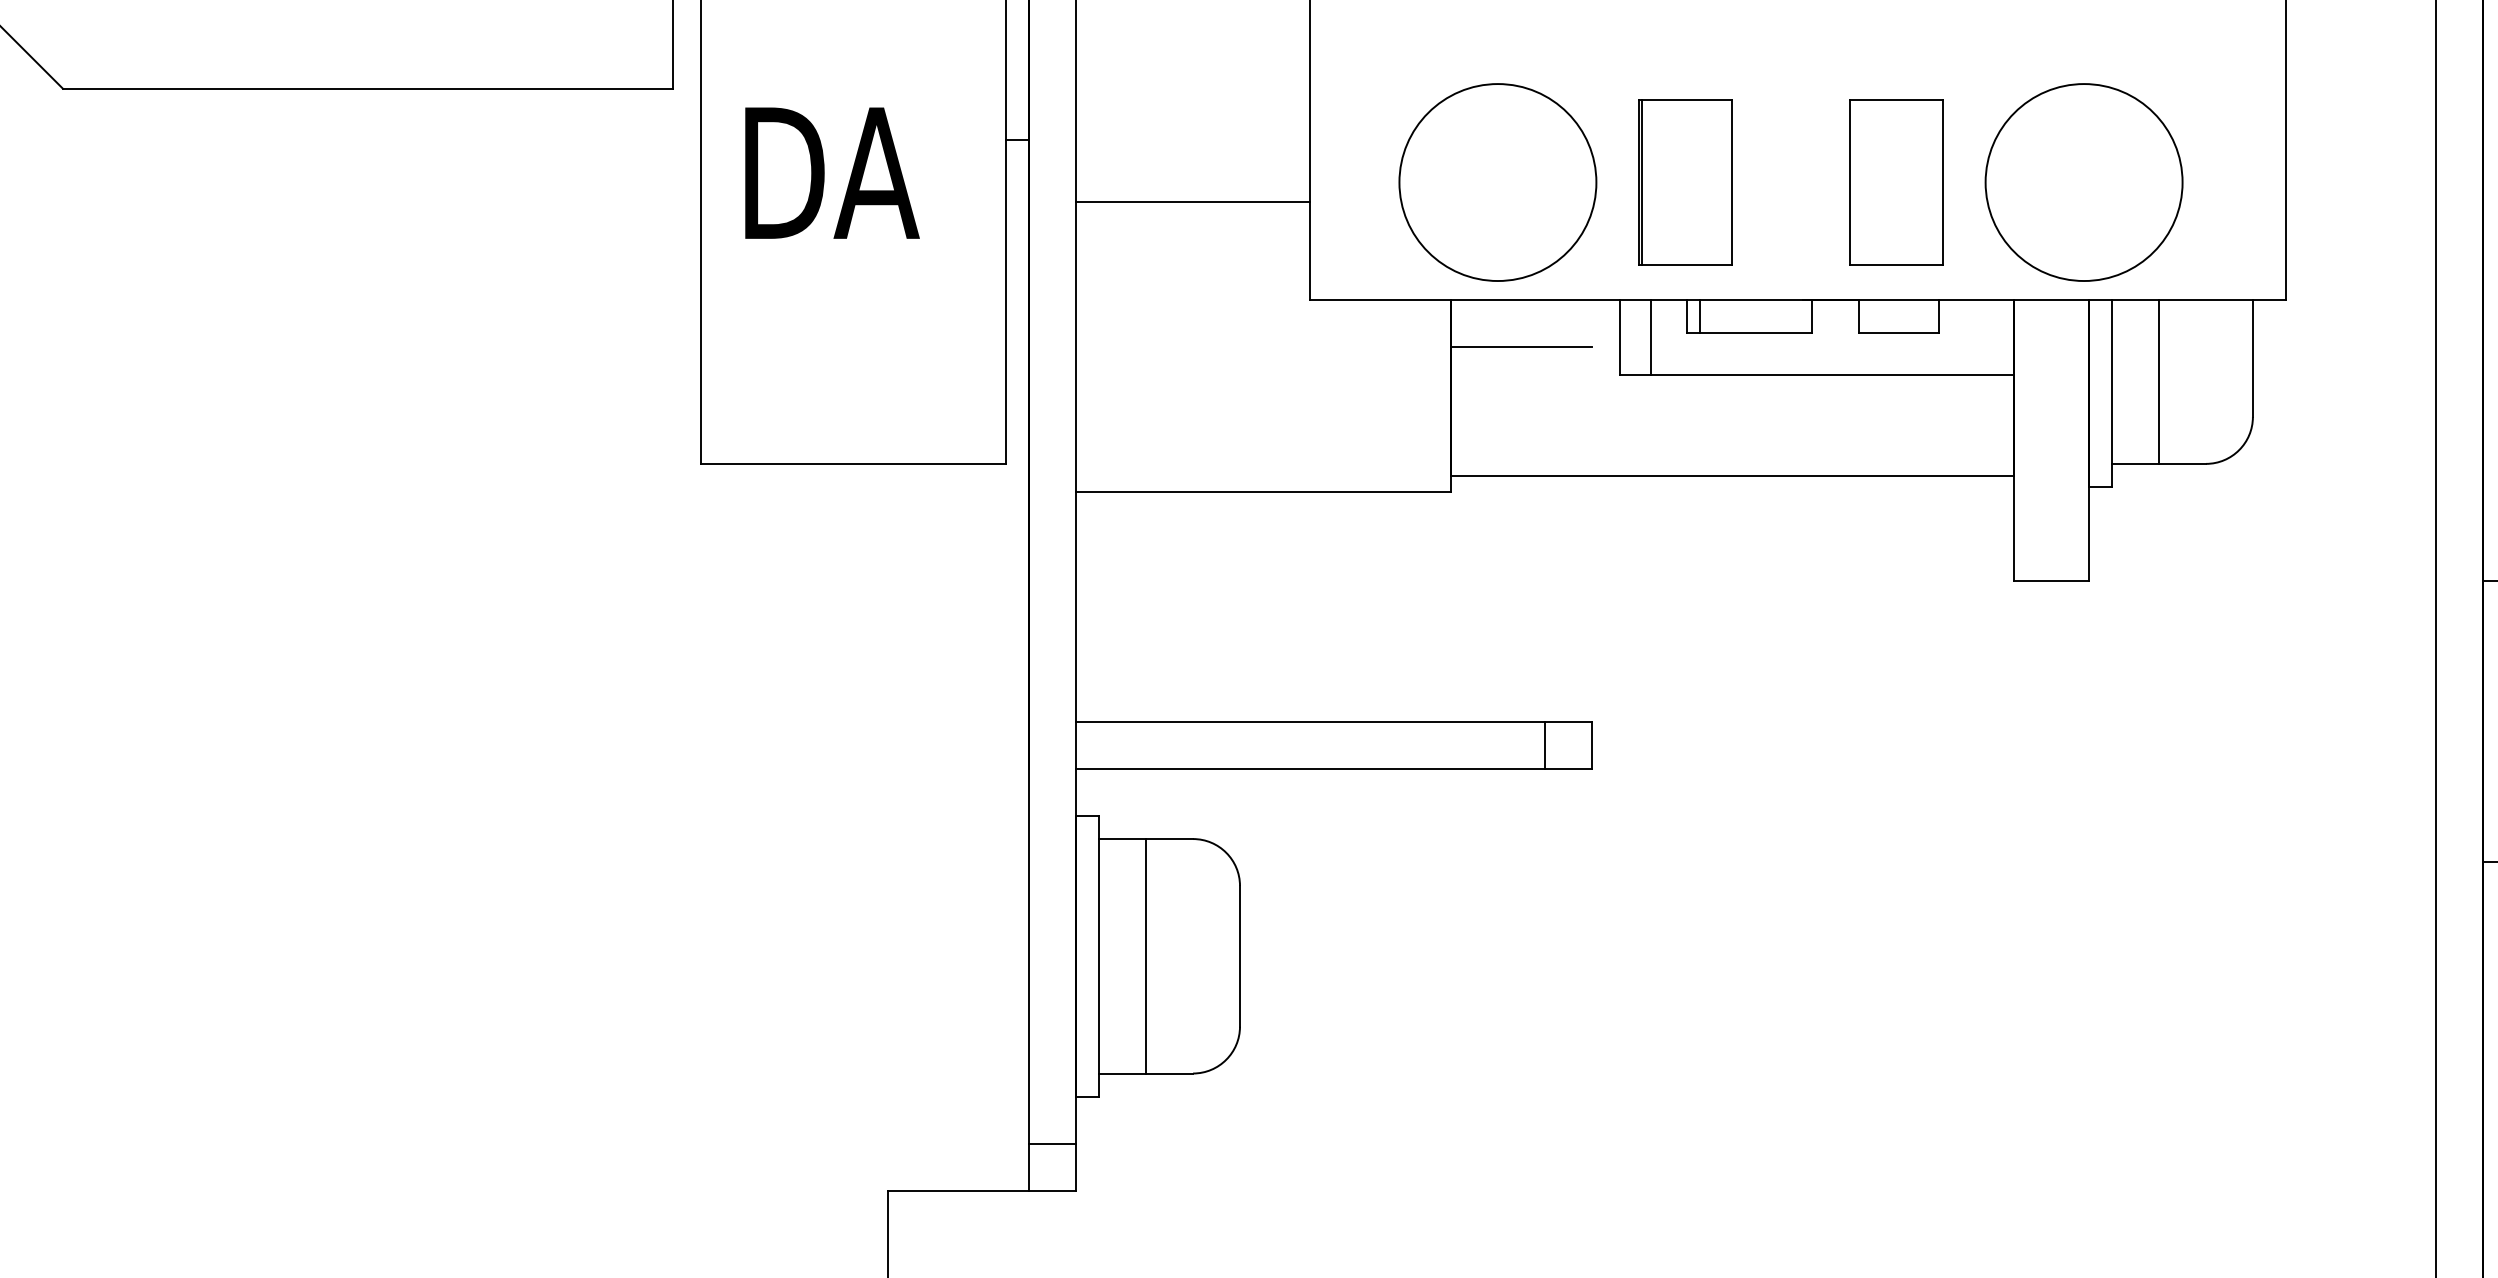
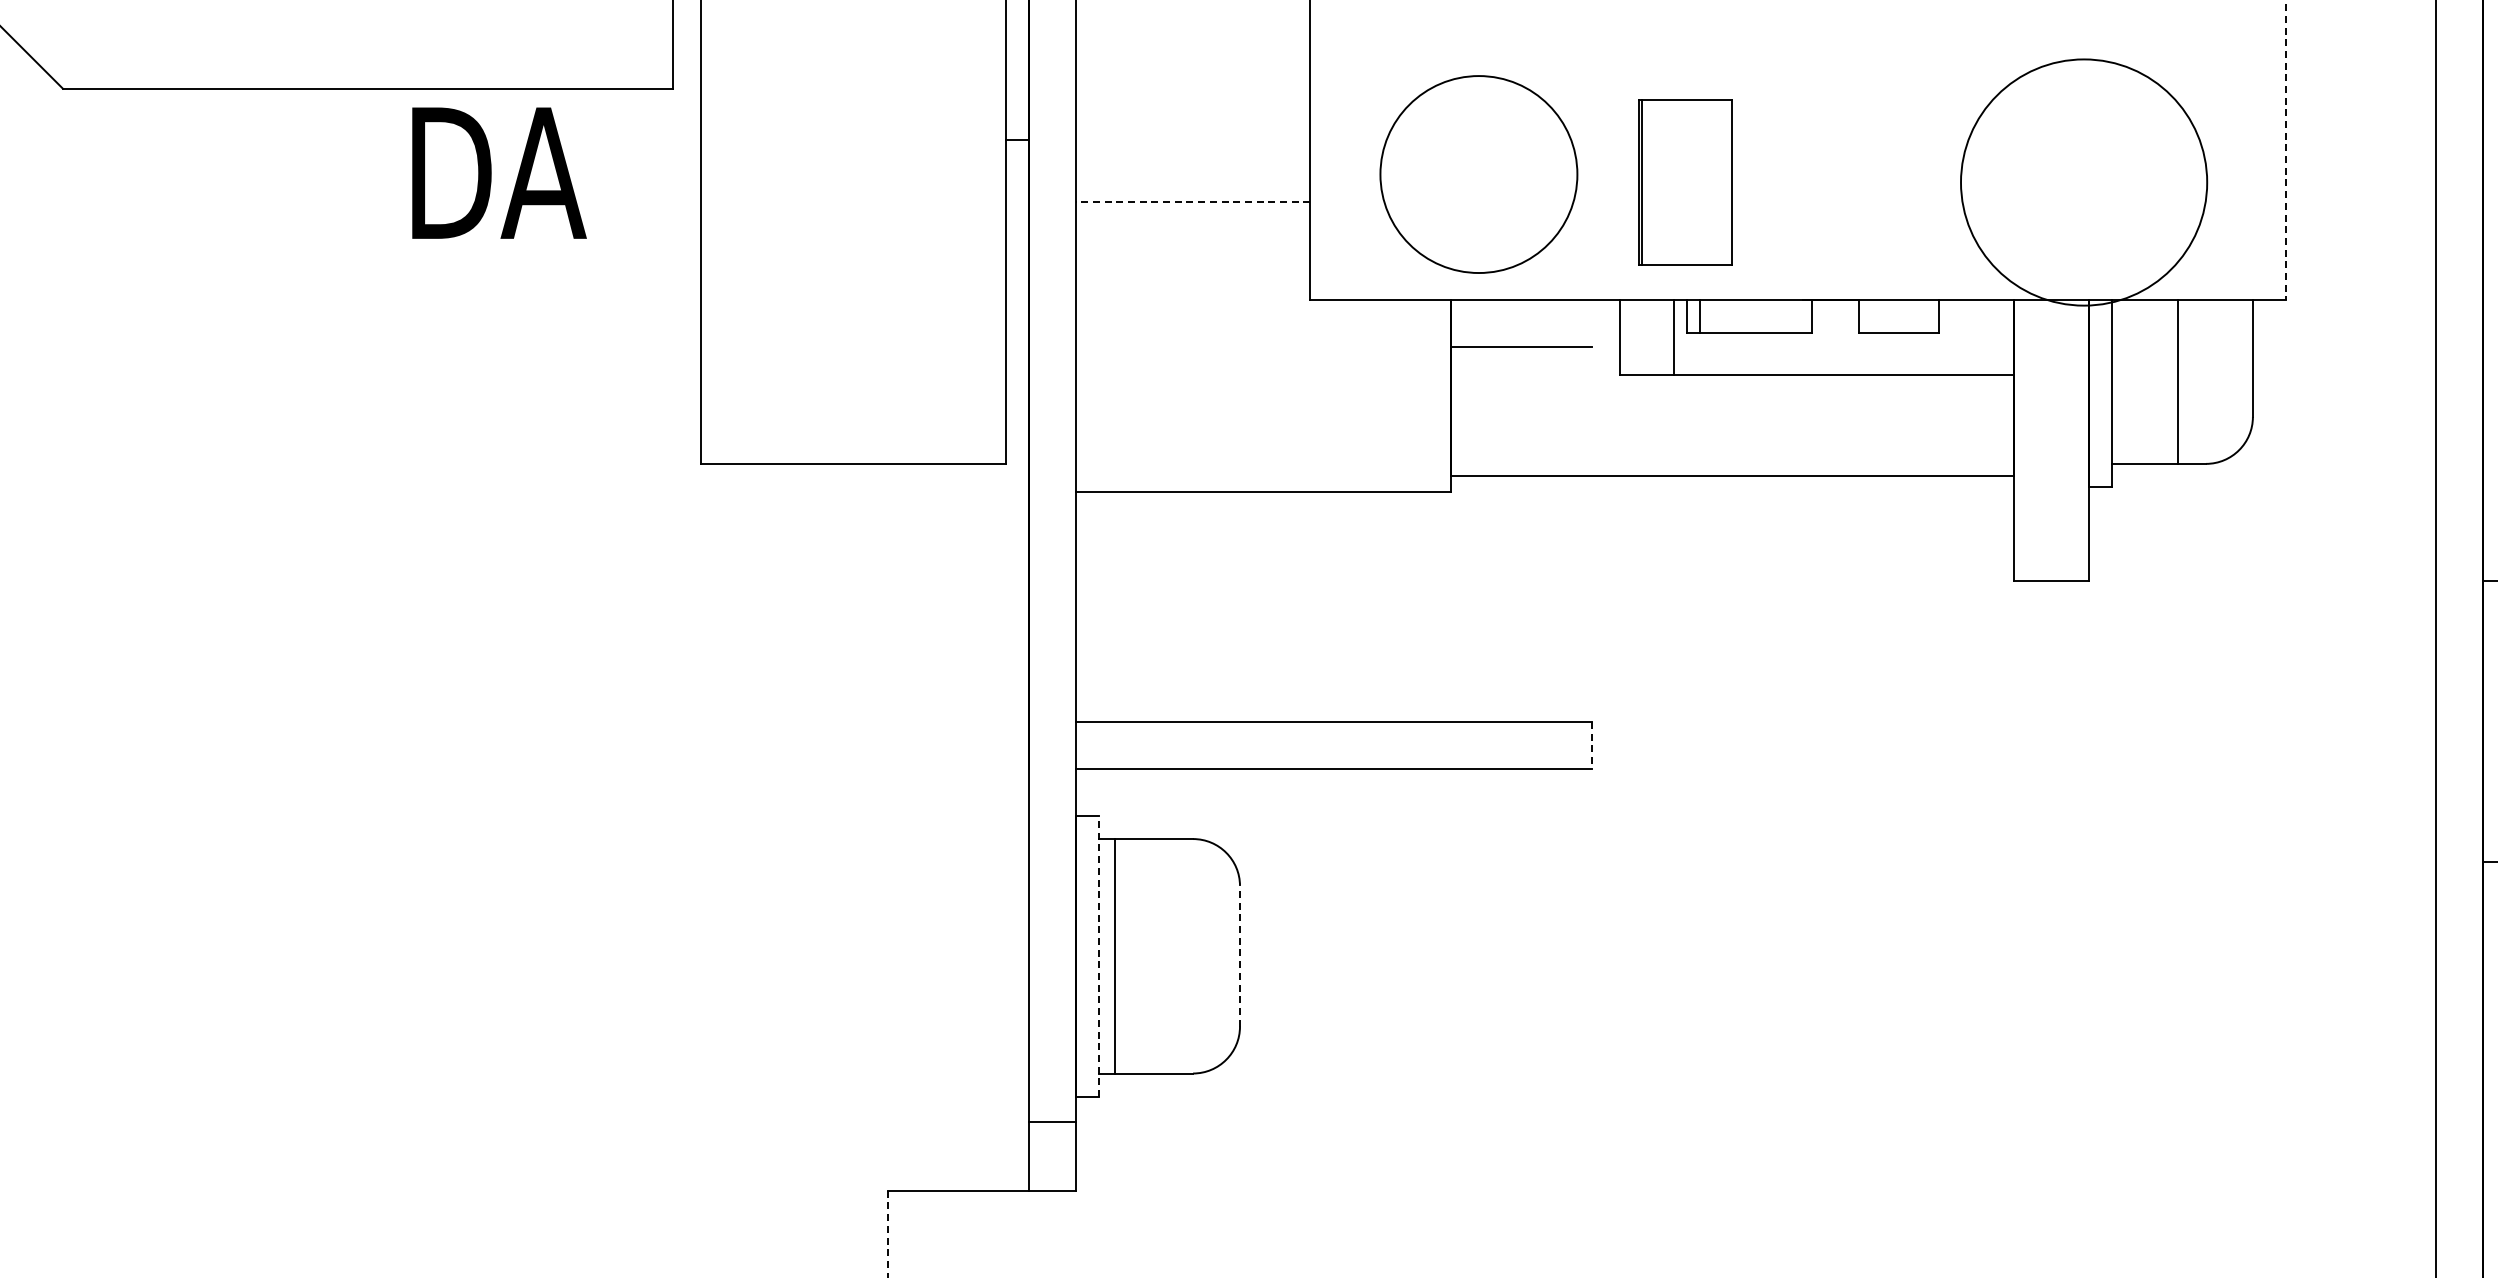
line at (2285, 150): solid -> dashed
text at (832, 172) position: (832, 172) -> (499, 172)
circle at (1497, 182) position: (1497, 182) -> (1478, 174)
part at (1896, 182): present -> none
circle at (2083, 182) diameter: 197 px -> 246 px
line at (1192, 201): solid -> dashed
line at (1651, 336) position: (1651, 336) -> (1674, 336)
line at (2159, 381) position: (2159, 381) -> (2178, 381)
line at (1544, 744): present -> none
line at (1591, 745): solid -> dashed
line at (1240, 955): solid -> dashed
line at (1099, 956): solid -> dashed
line at (1146, 956) position: (1146, 956) -> (1115, 956)
line at (1051, 1143) position: (1051, 1143) -> (1051, 1121)
line at (888, 1234): solid -> dashed
